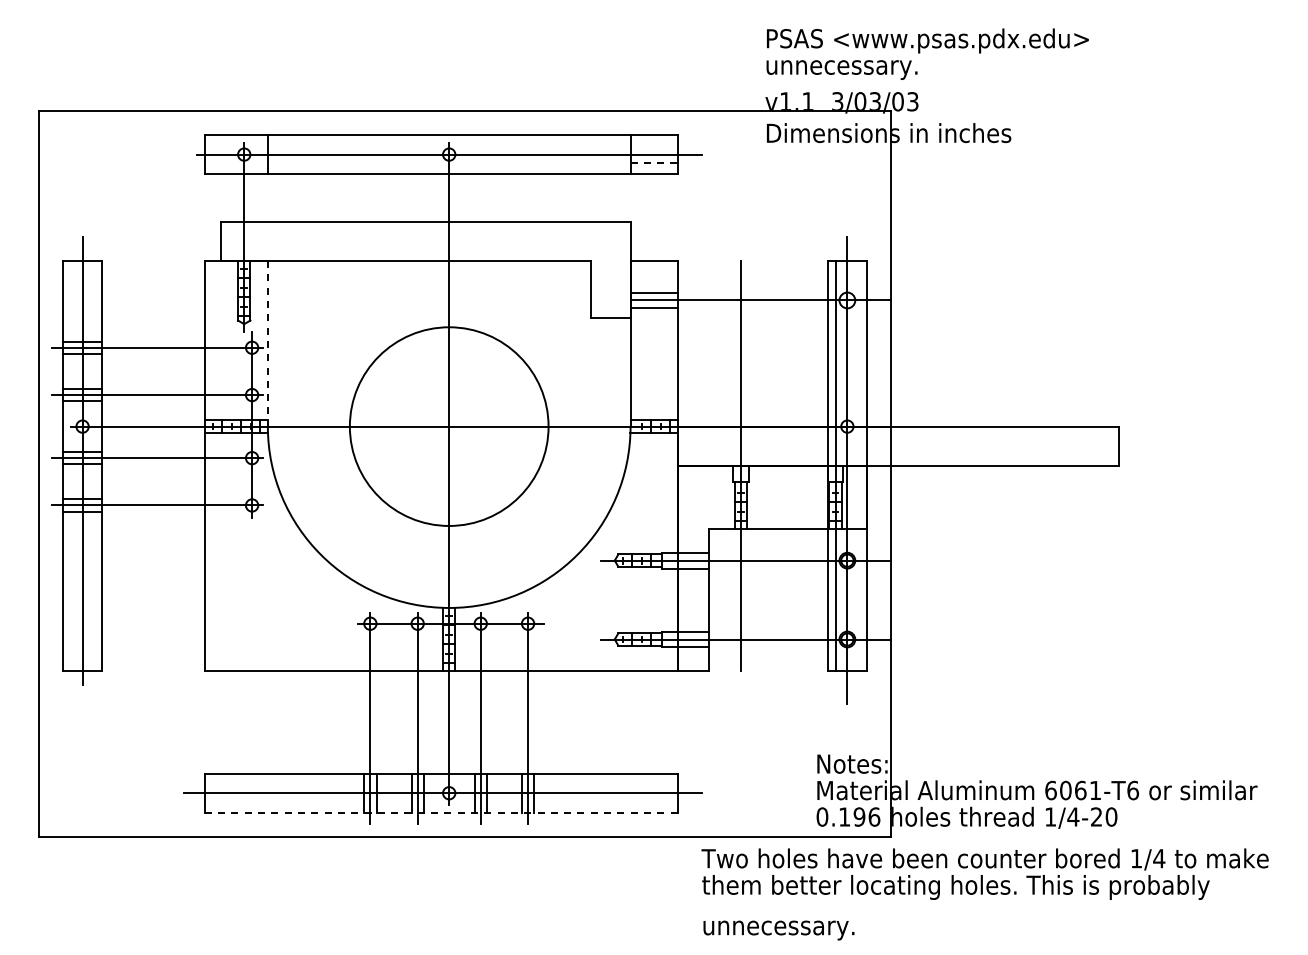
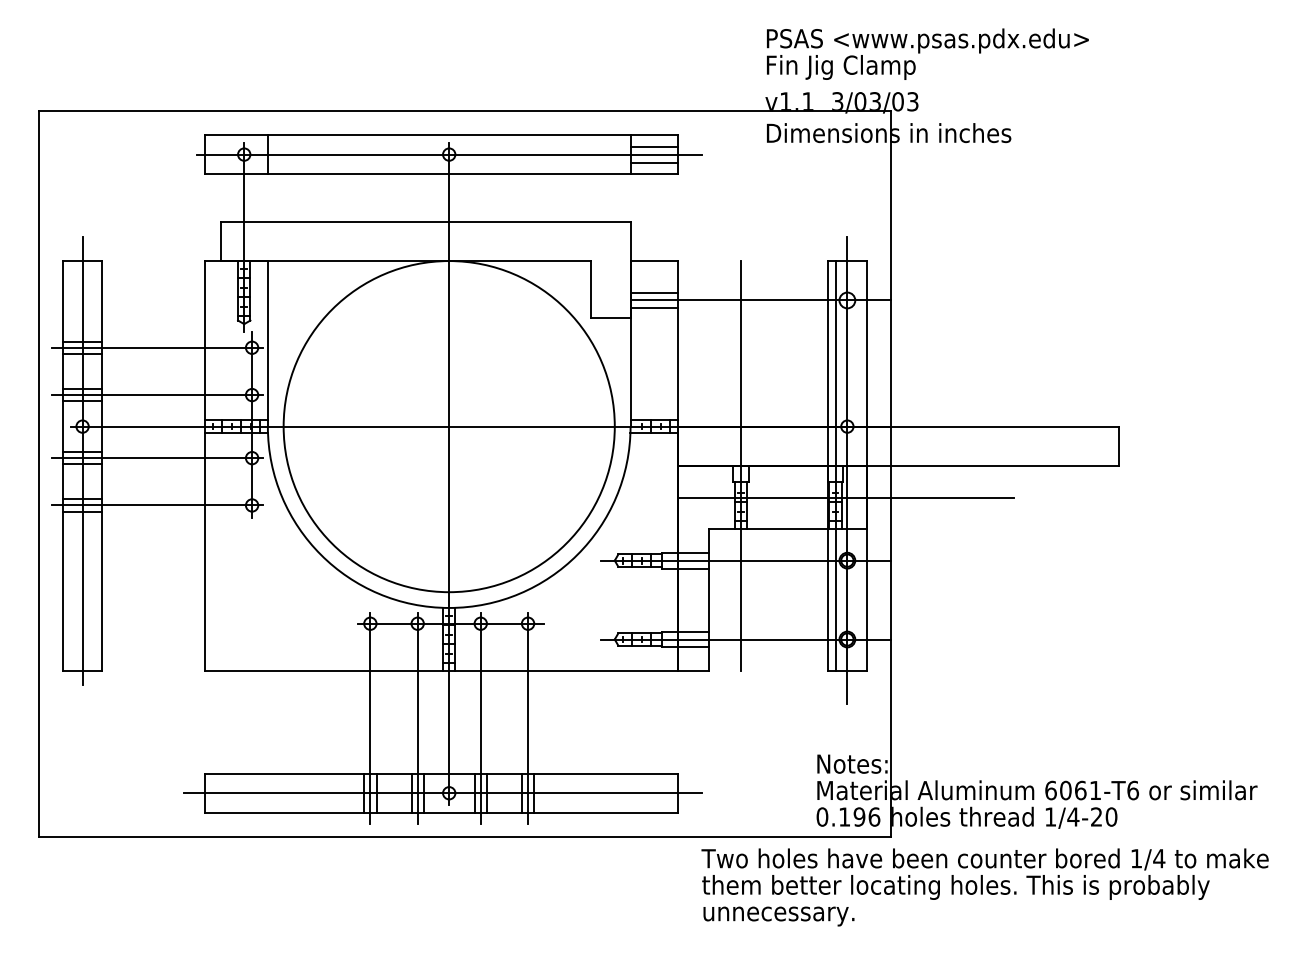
text at (841, 67): unnecessary. -> Fin Jig Clamp
line at (653, 146): none -> present
line at (654, 162): dashed -> solid
line at (267, 343): dashed -> solid
circle at (448, 426) diameter: 199 px -> 331 px
line at (845, 497): none -> present
line at (441, 812): dashed -> solid
text at (778, 930) position: (778, 930) -> (778, 916)
